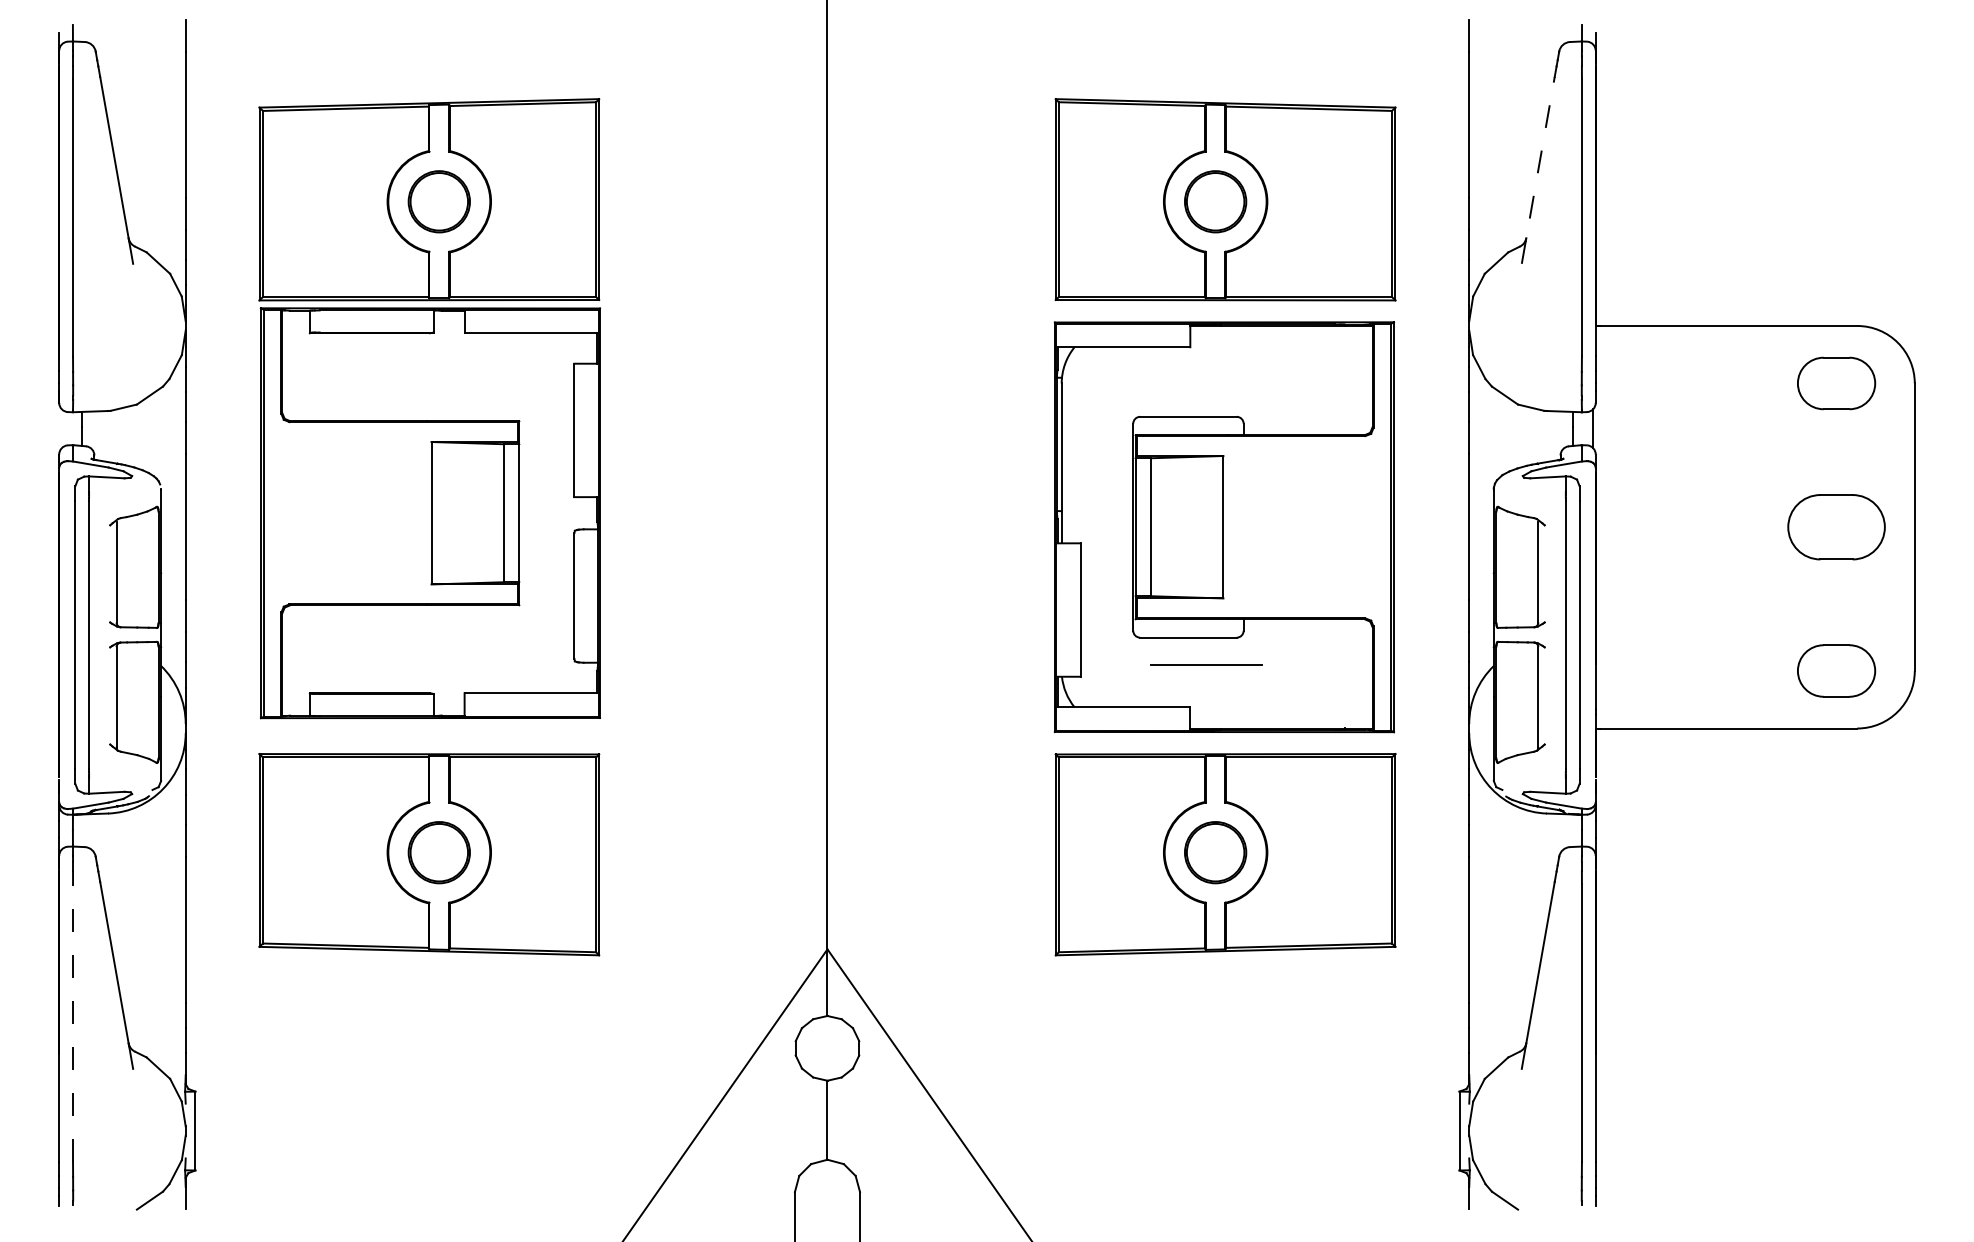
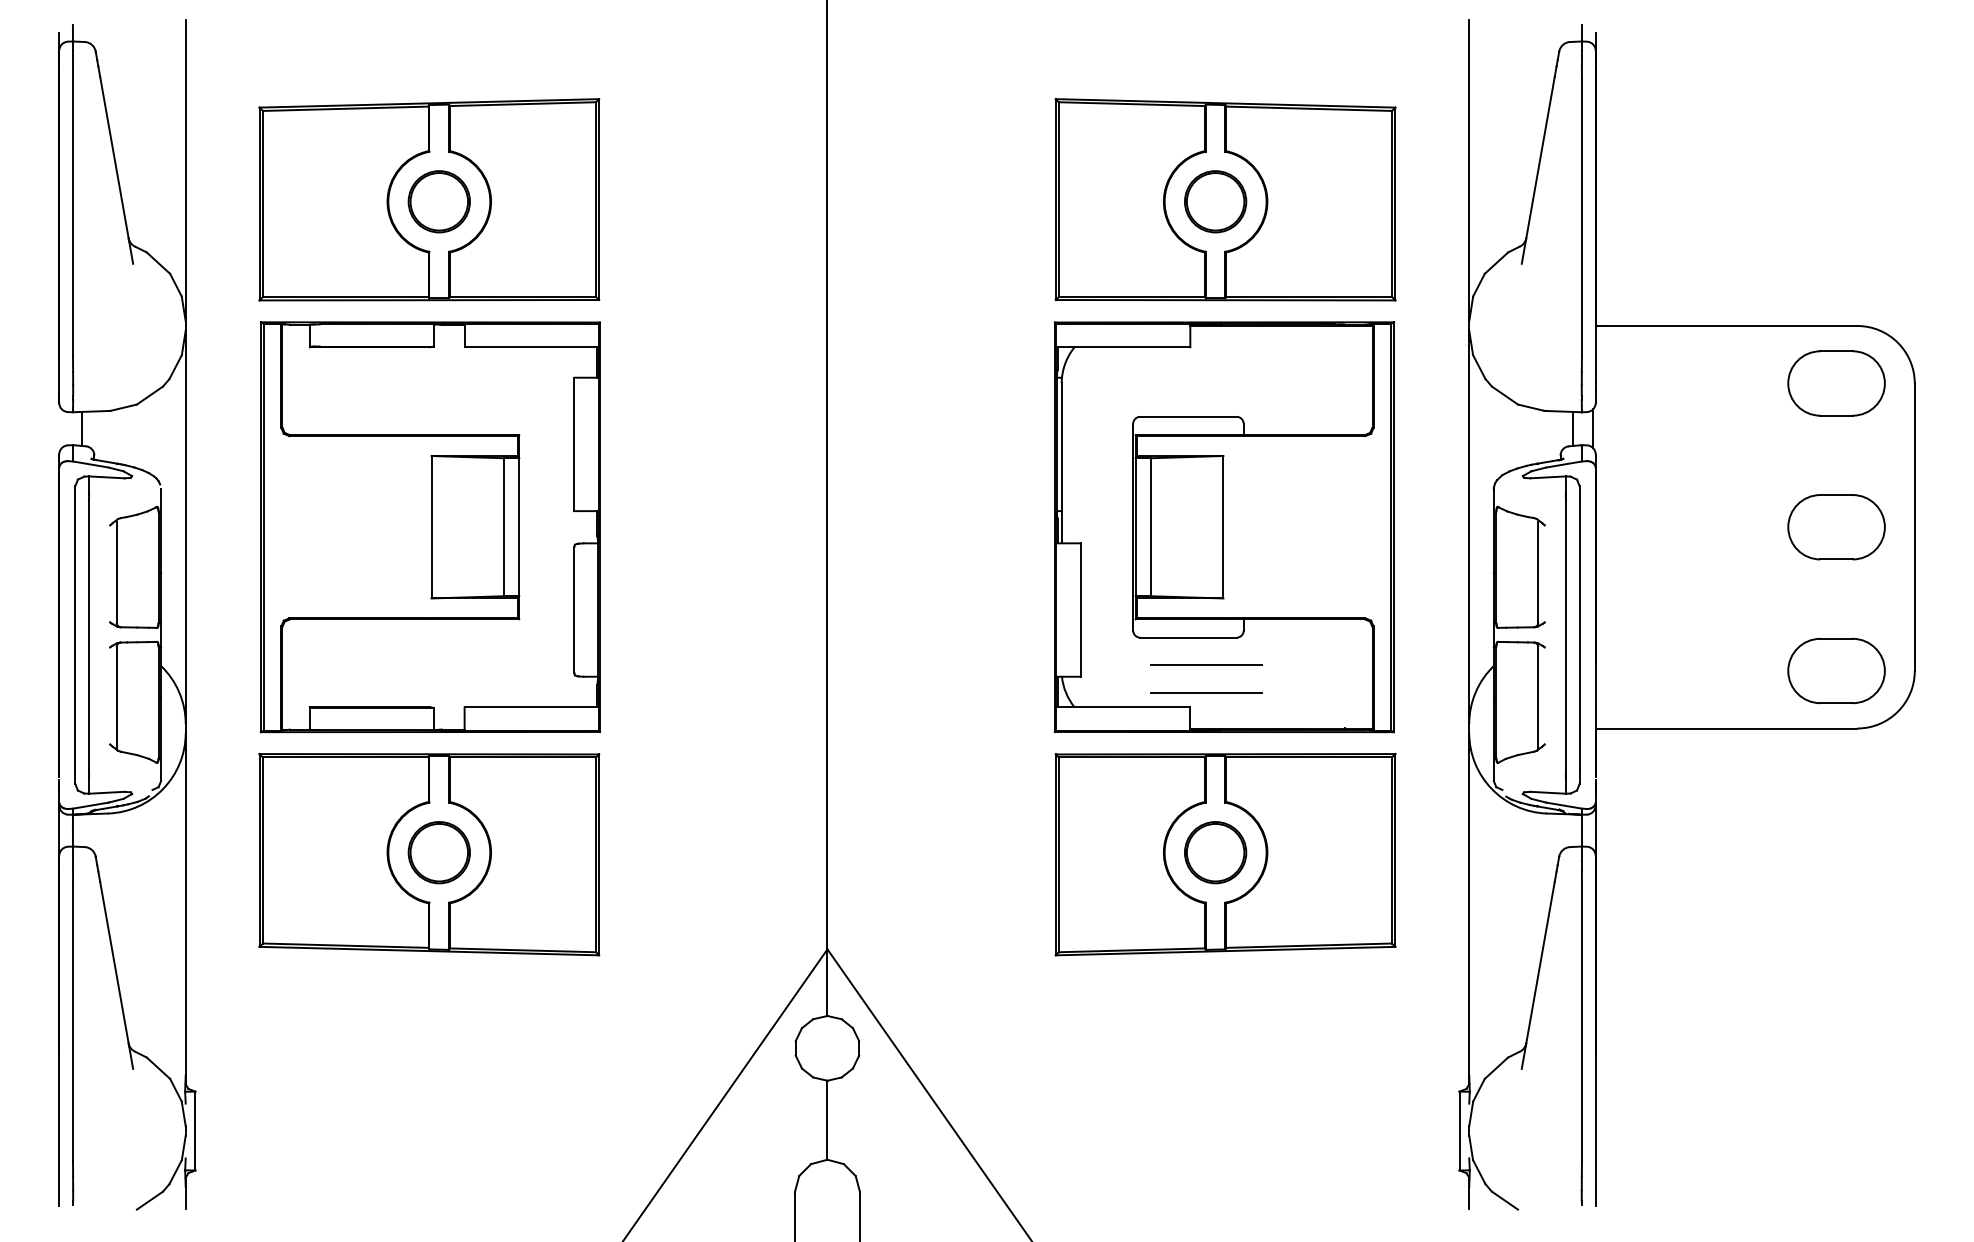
line at (1538, 170): dashed -> solid
part at (1836, 383) size: 80x55 px -> 99x67 px
part at (430, 513) position: (430, 513) -> (430, 527)
part at (1836, 670) size: 80x54 px -> 99x68 px
line at (1205, 692): none -> present
line at (73, 1022): dashed -> solid
